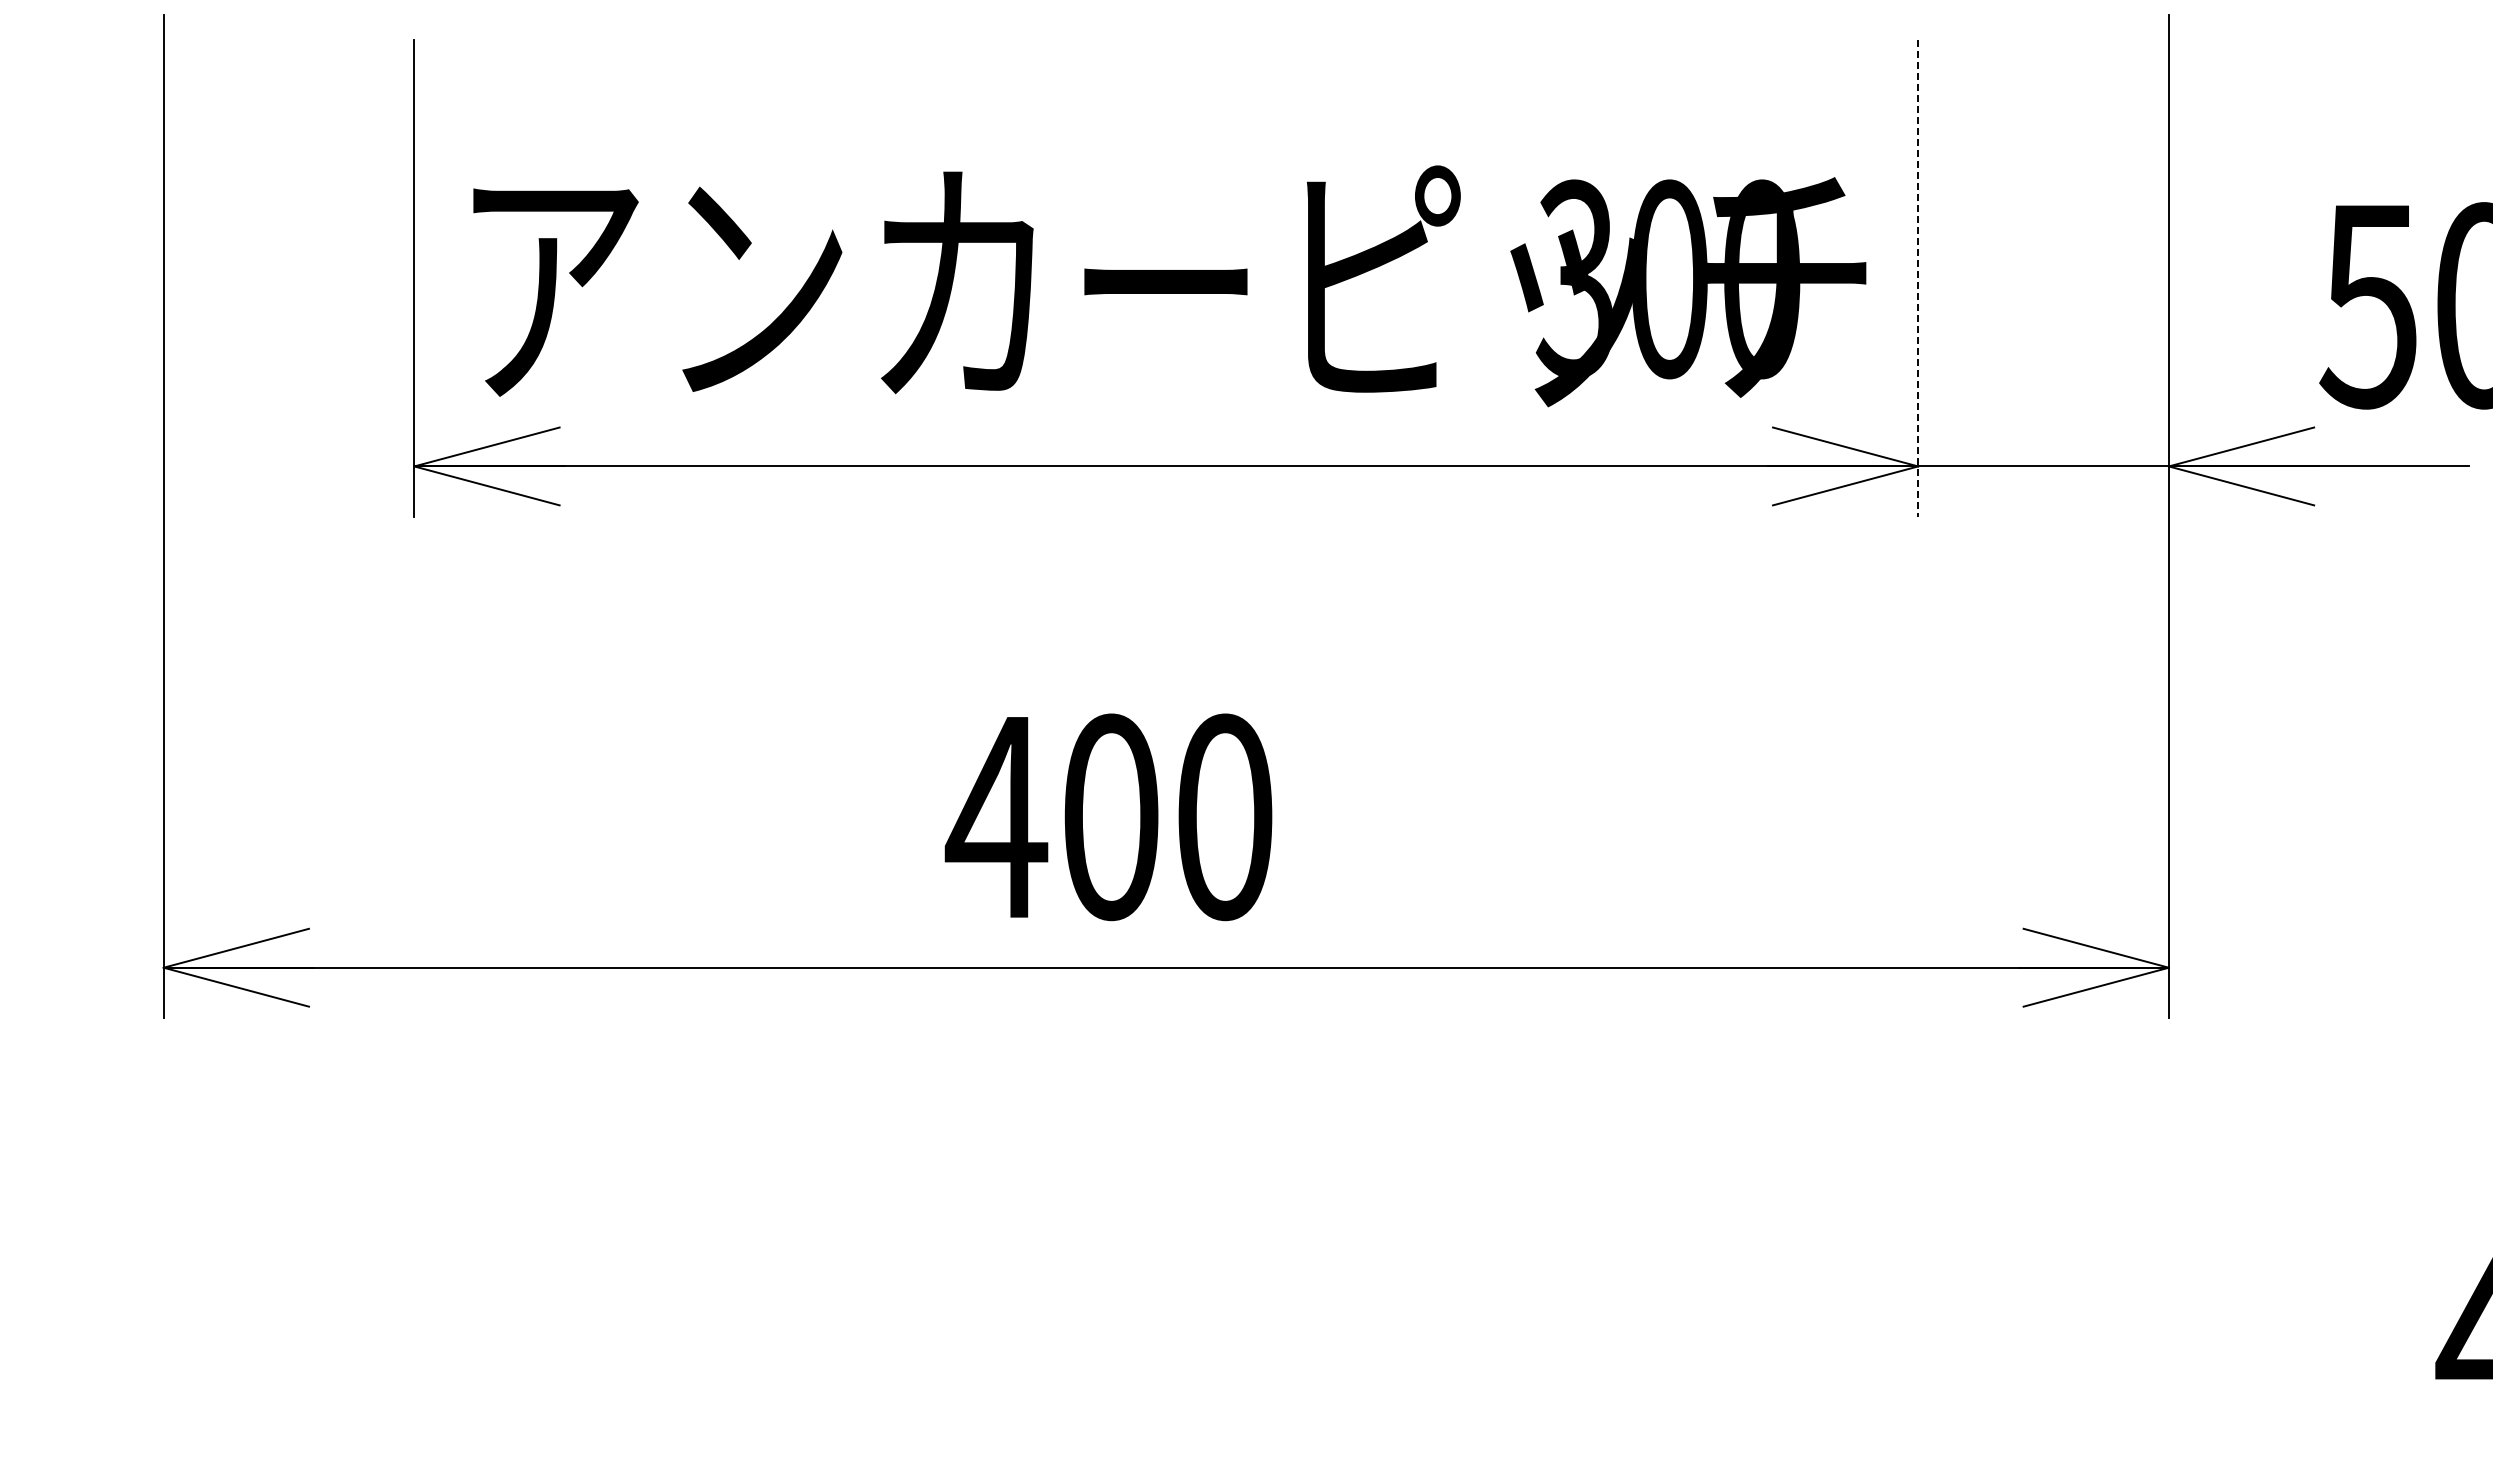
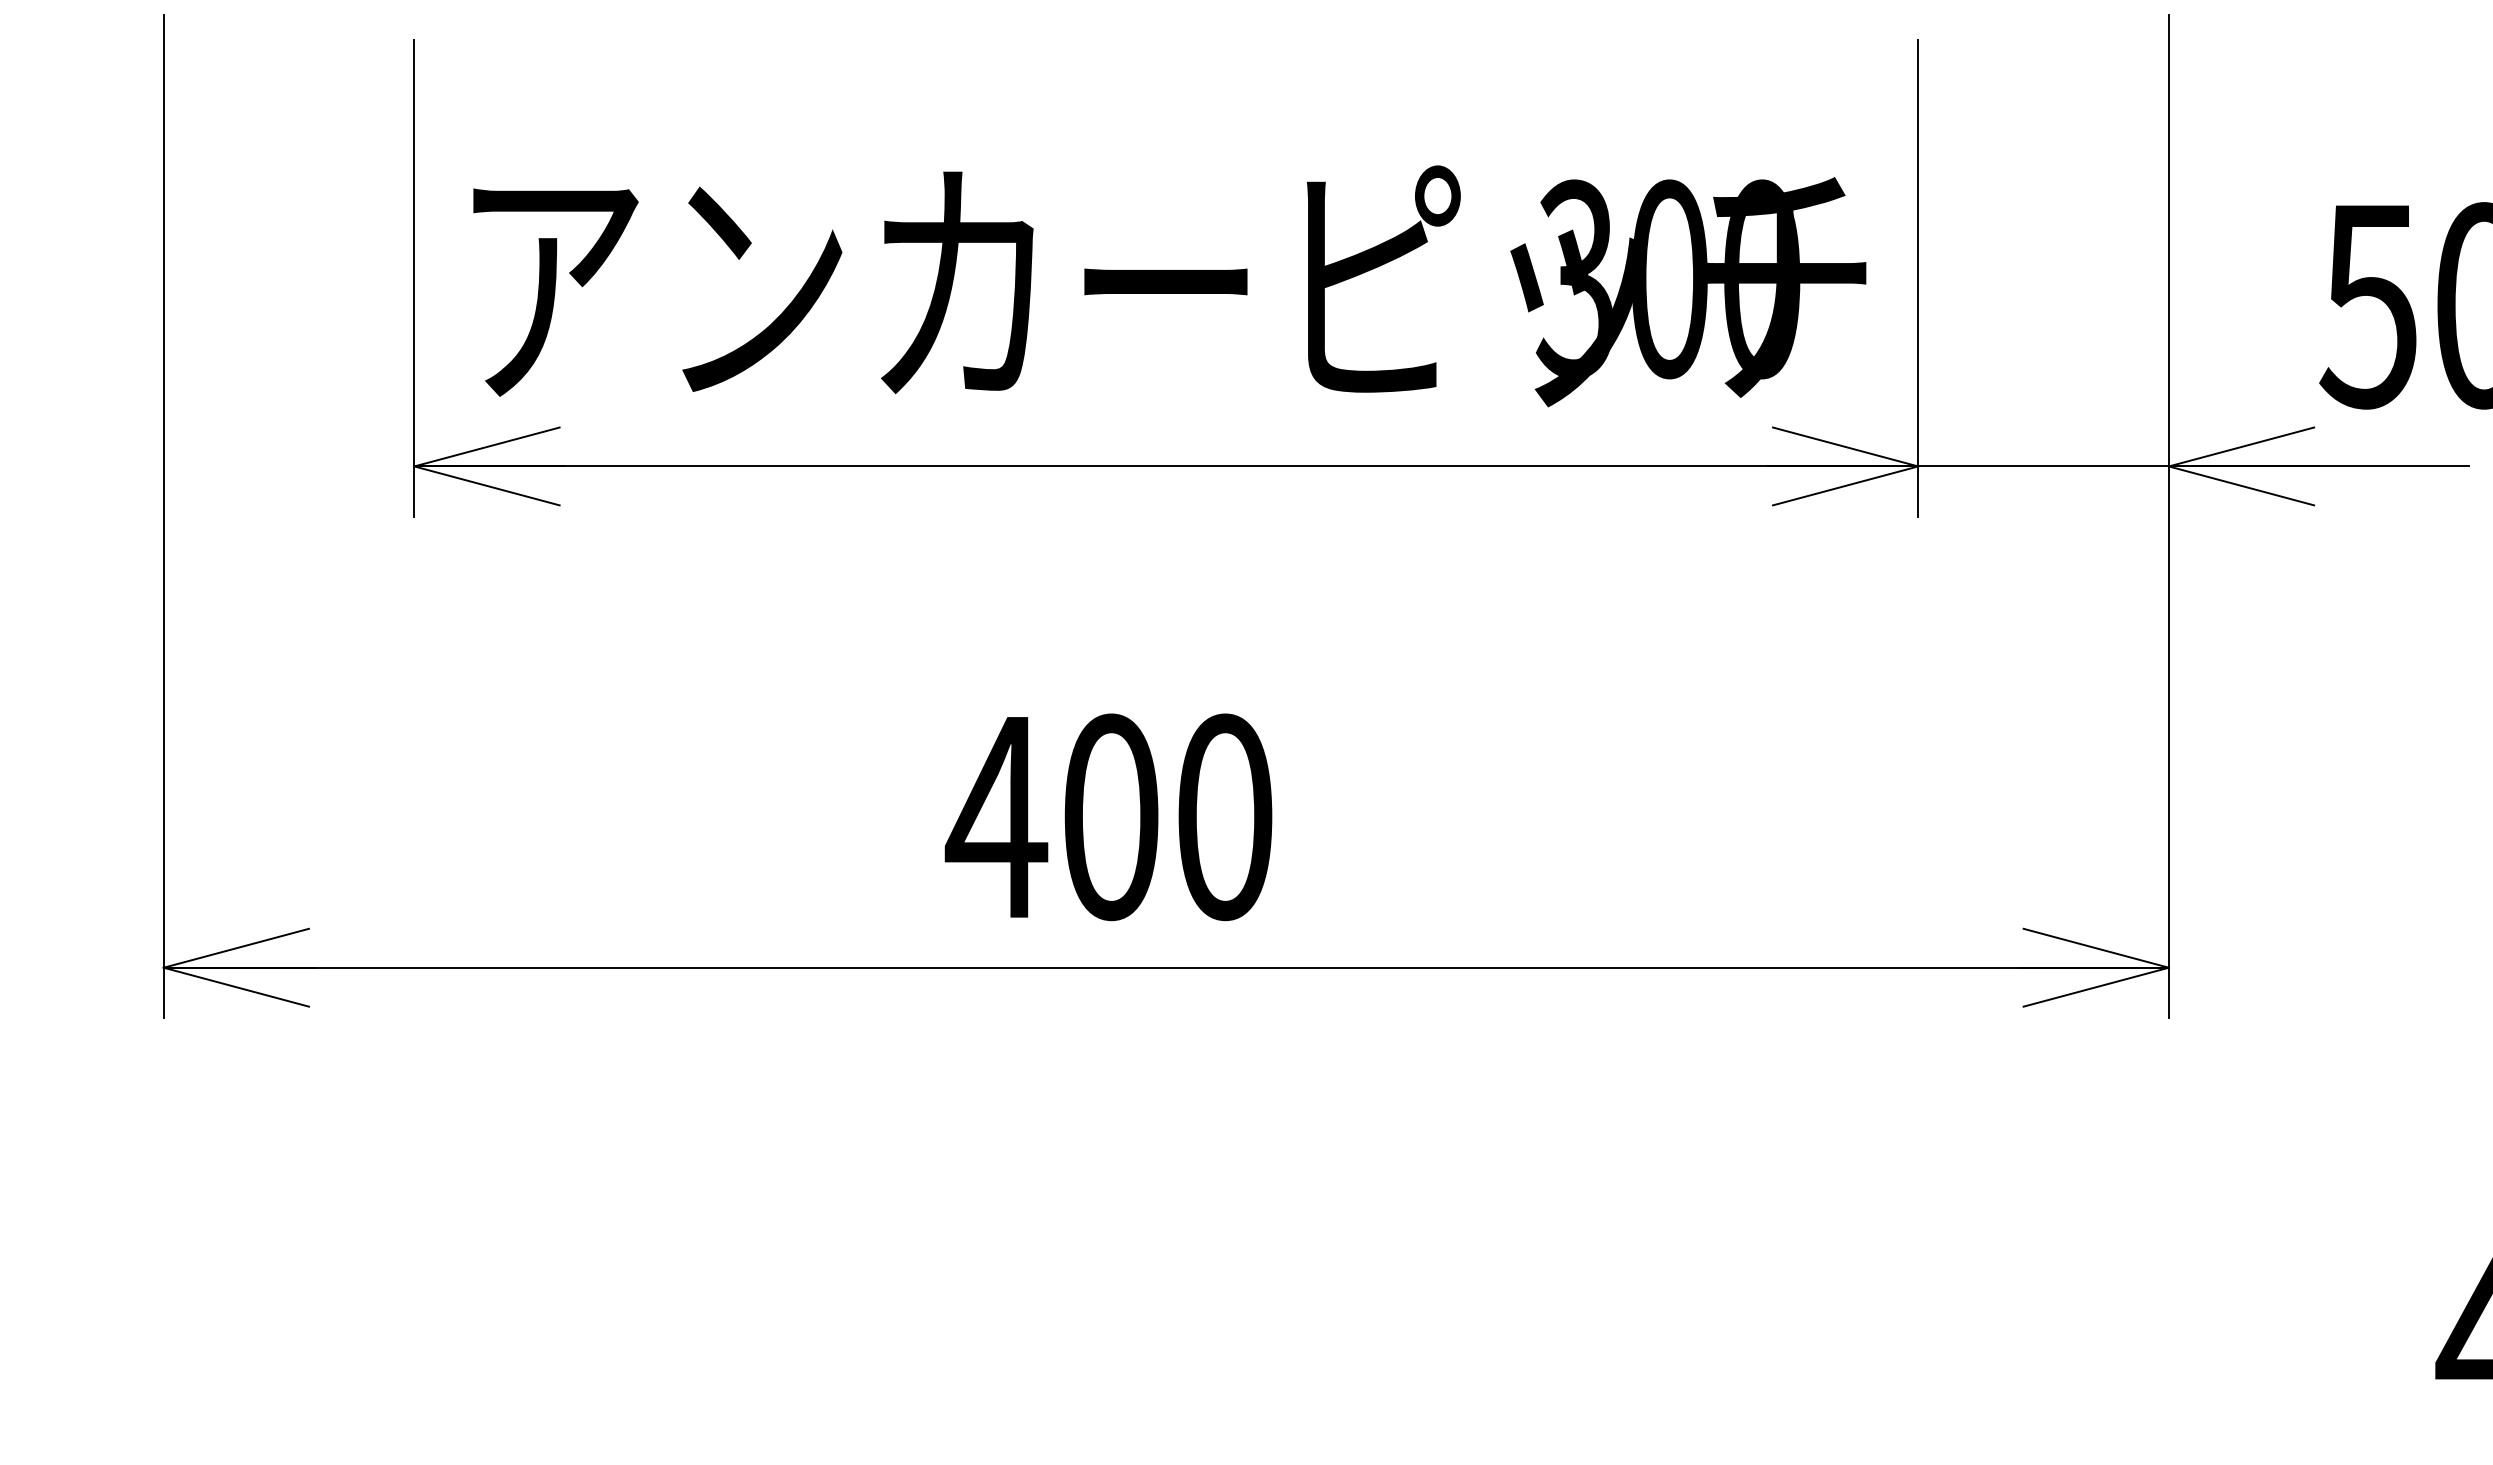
line at (1918, 278): dashed -> solid
